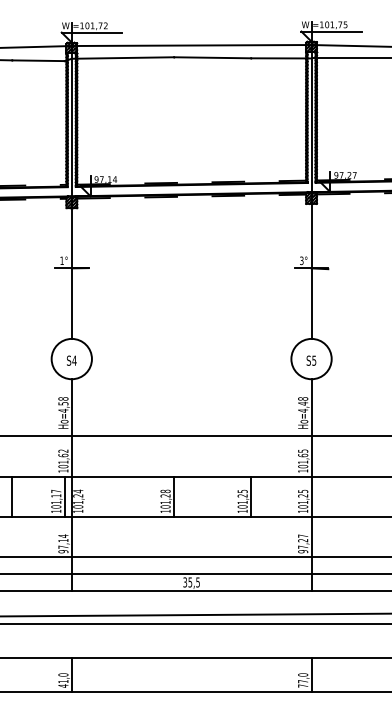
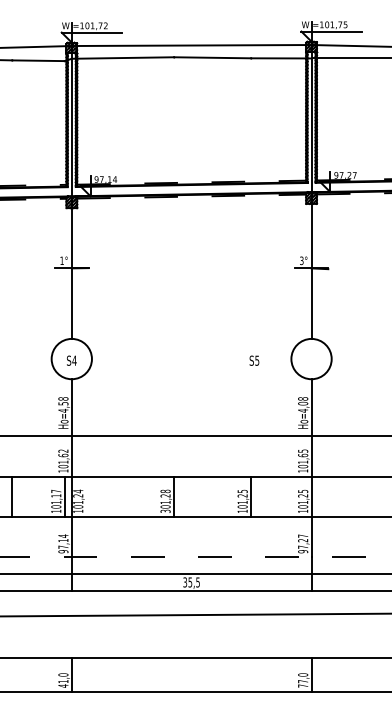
text at (311, 360) position: (311, 360) -> (254, 360)
text at (303, 403): Ho=4,48 -> Ho=4,08
text at (165, 510): 101,28 -> 301,28
line at (195, 557): solid -> dashed
line at (195, 624): present -> none
